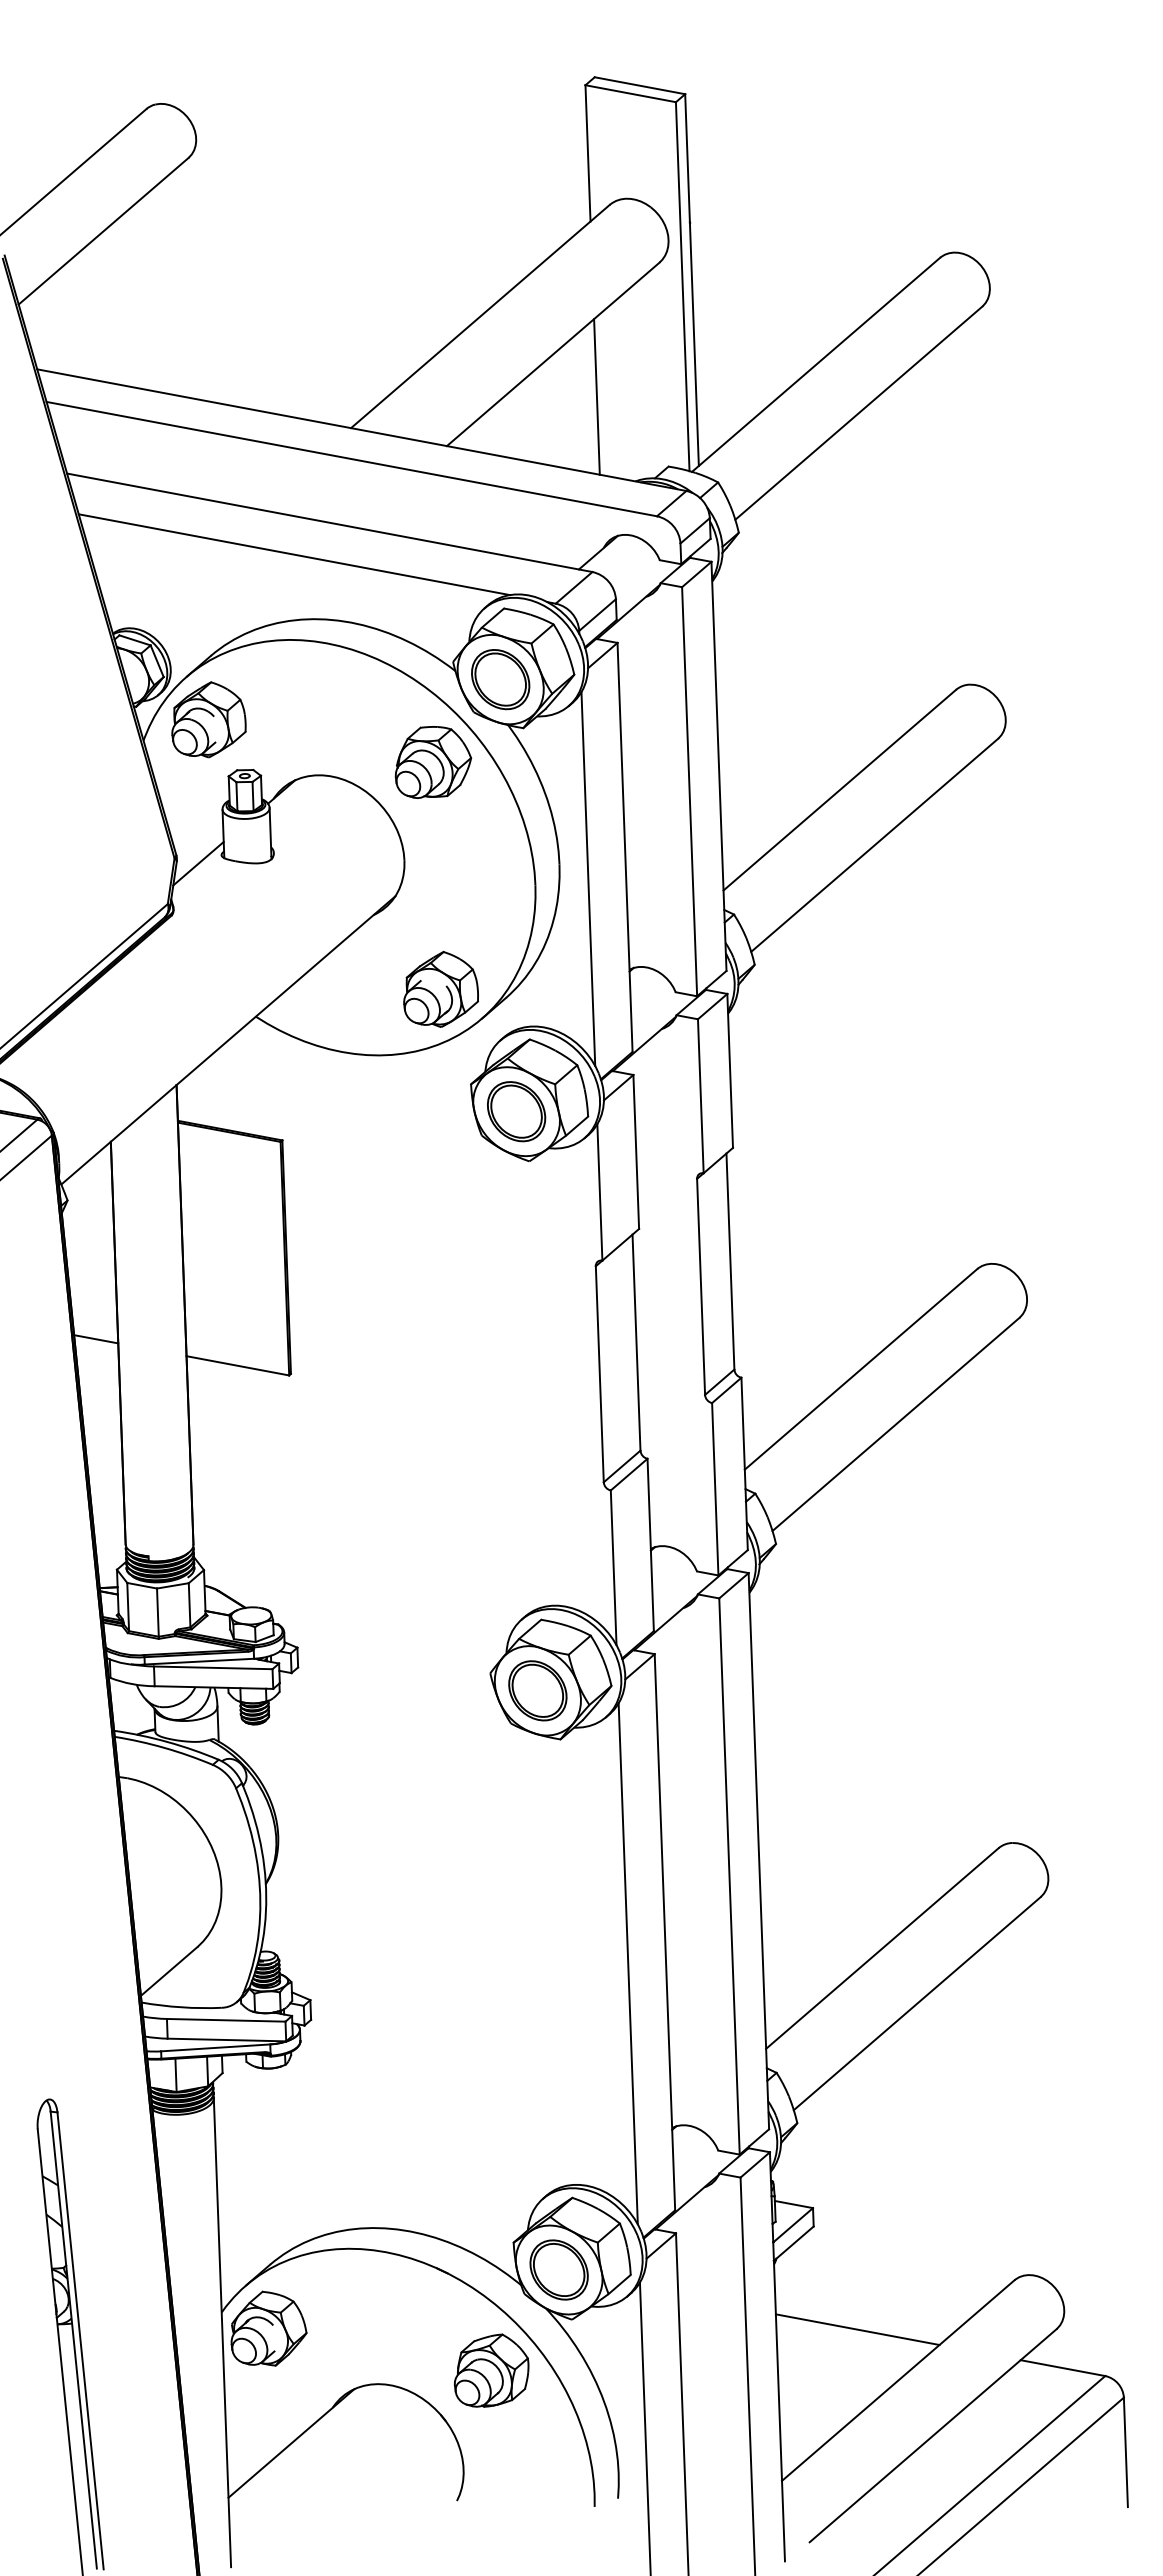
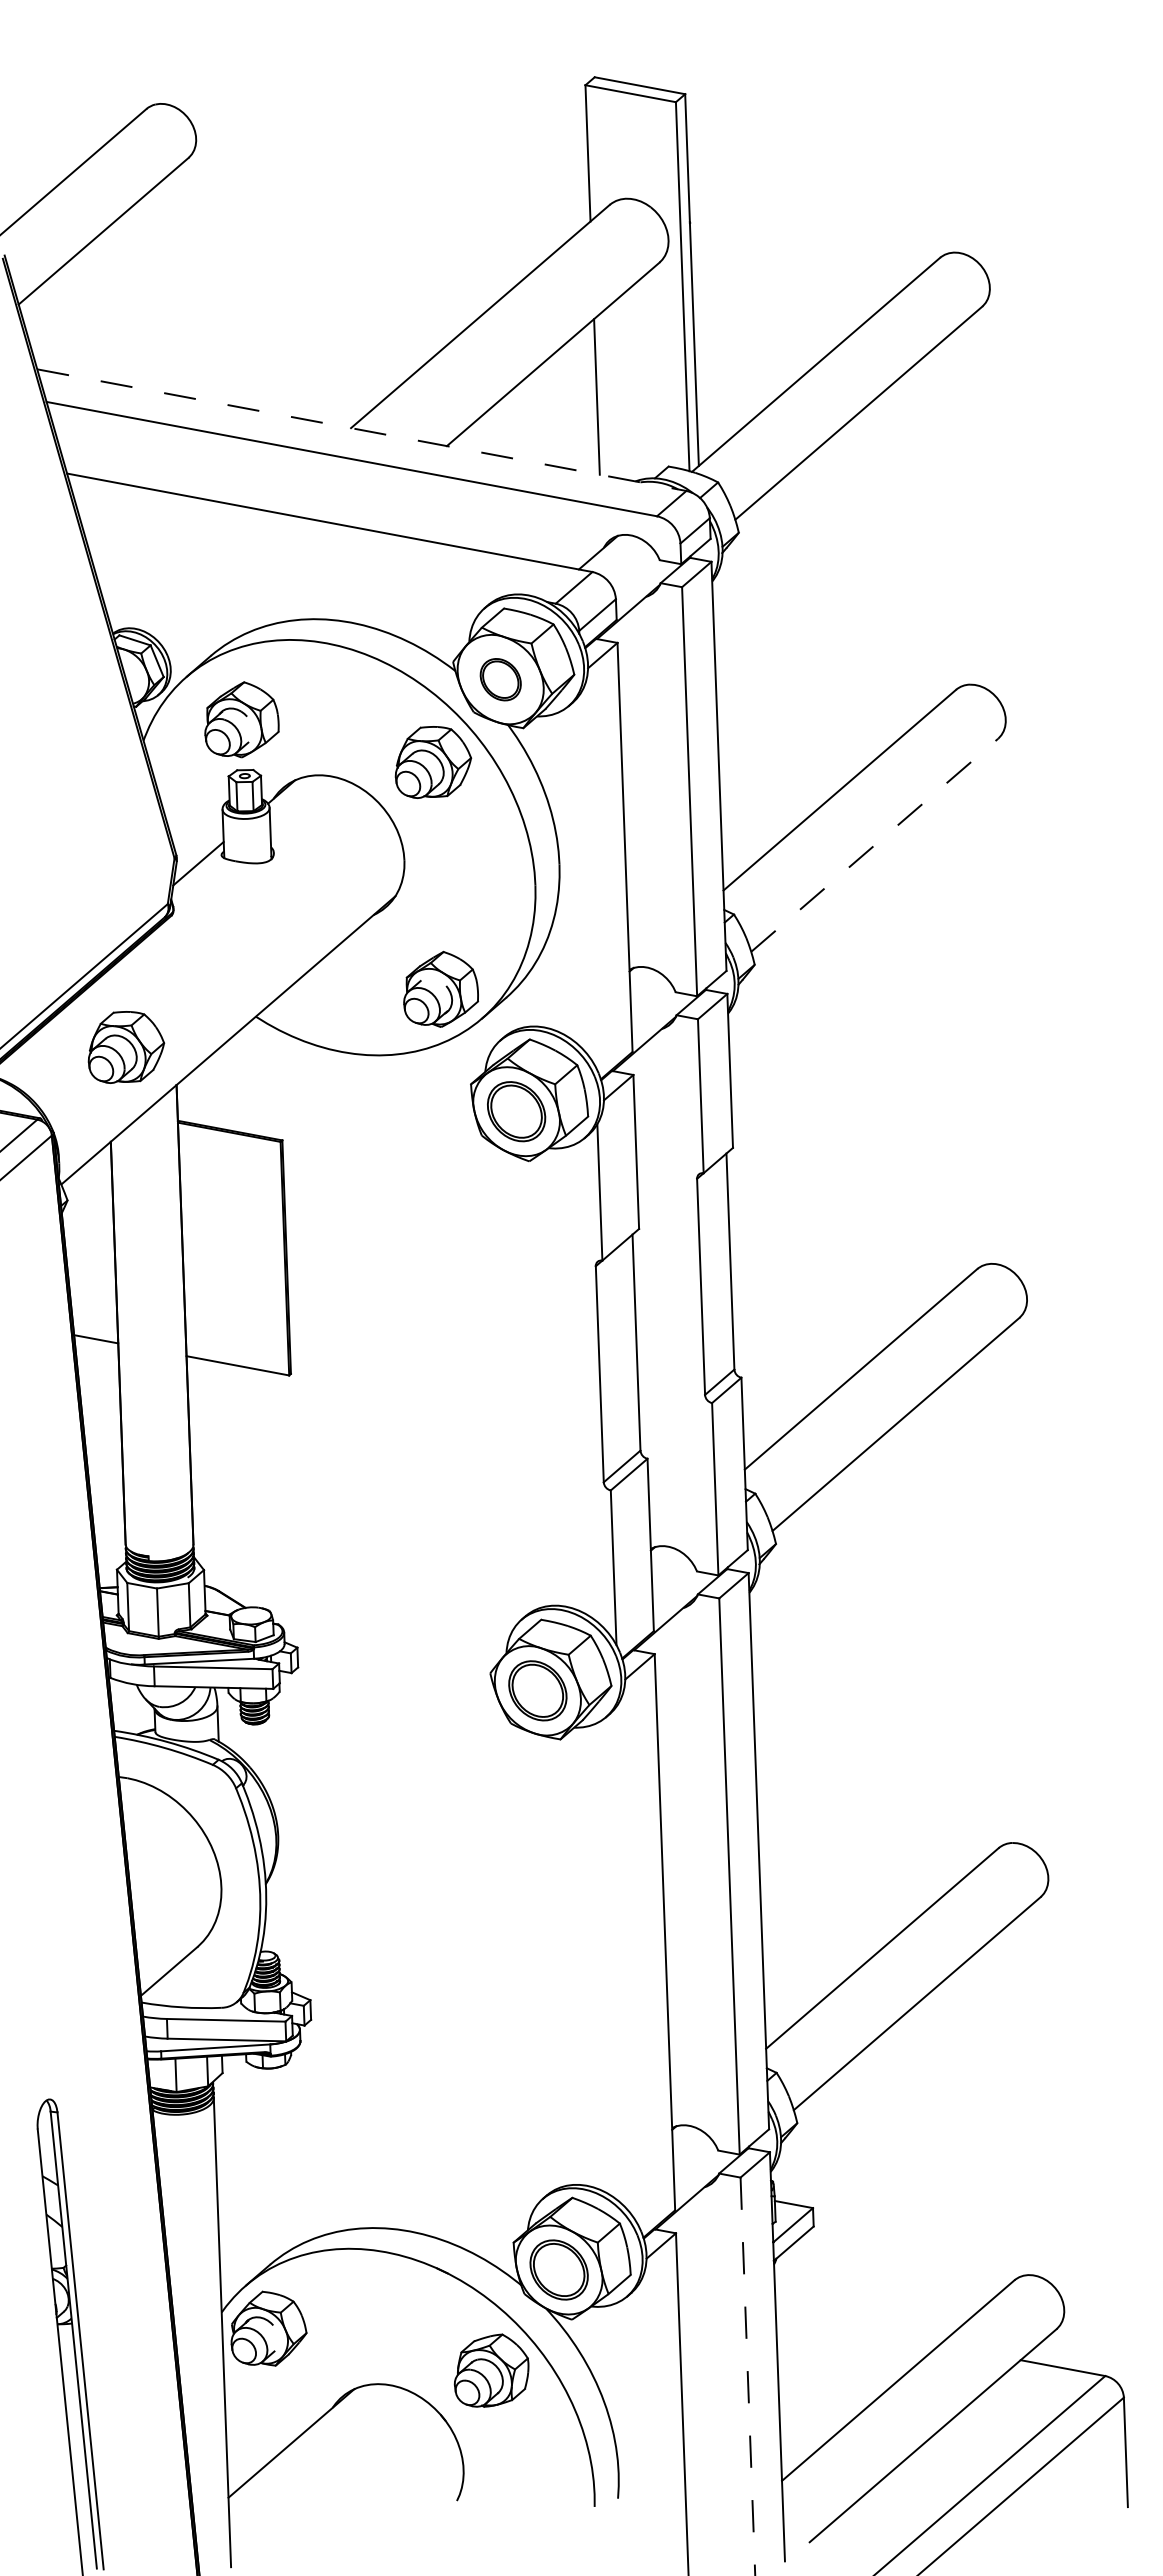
line at (362, 430): solid -> dashed
line at (293, 554): present -> none
part at (500, 679) size: 60x62 px -> 43x44 px
part at (208, 719) position: (208, 719) -> (241, 719)
line at (875, 844): solid -> dashed
line at (588, 878): present -> none
part at (126, 1047): none -> present
line at (627, 1963): present -> none
line at (857, 2329): present -> none
line at (747, 2377): solid -> dashed
line at (644, 2427): present -> none
